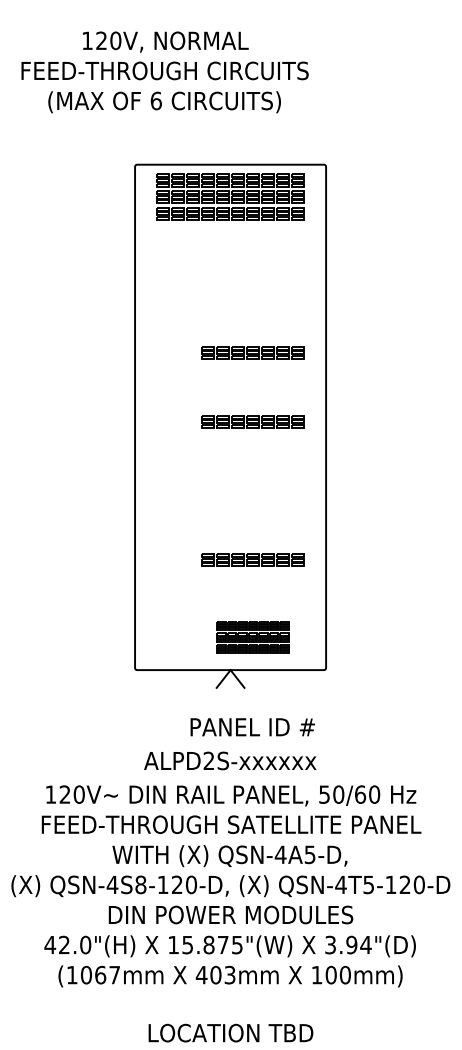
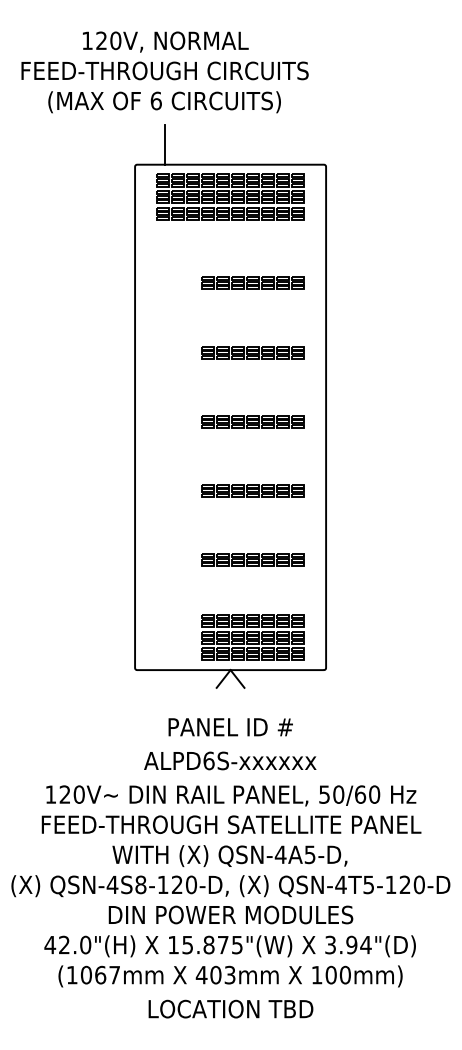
line at (164, 144): none -> present
part at (252, 282): none -> present
part at (252, 490): none -> present
part at (252, 637) size: 74x33 px -> 104x47 px
text at (252, 727) position: (252, 727) -> (230, 727)
text at (208, 760): ALPD2S-xxxxxx -> ALPD6S-xxxxxx
text at (230, 1032) position: (230, 1032) -> (230, 1008)
